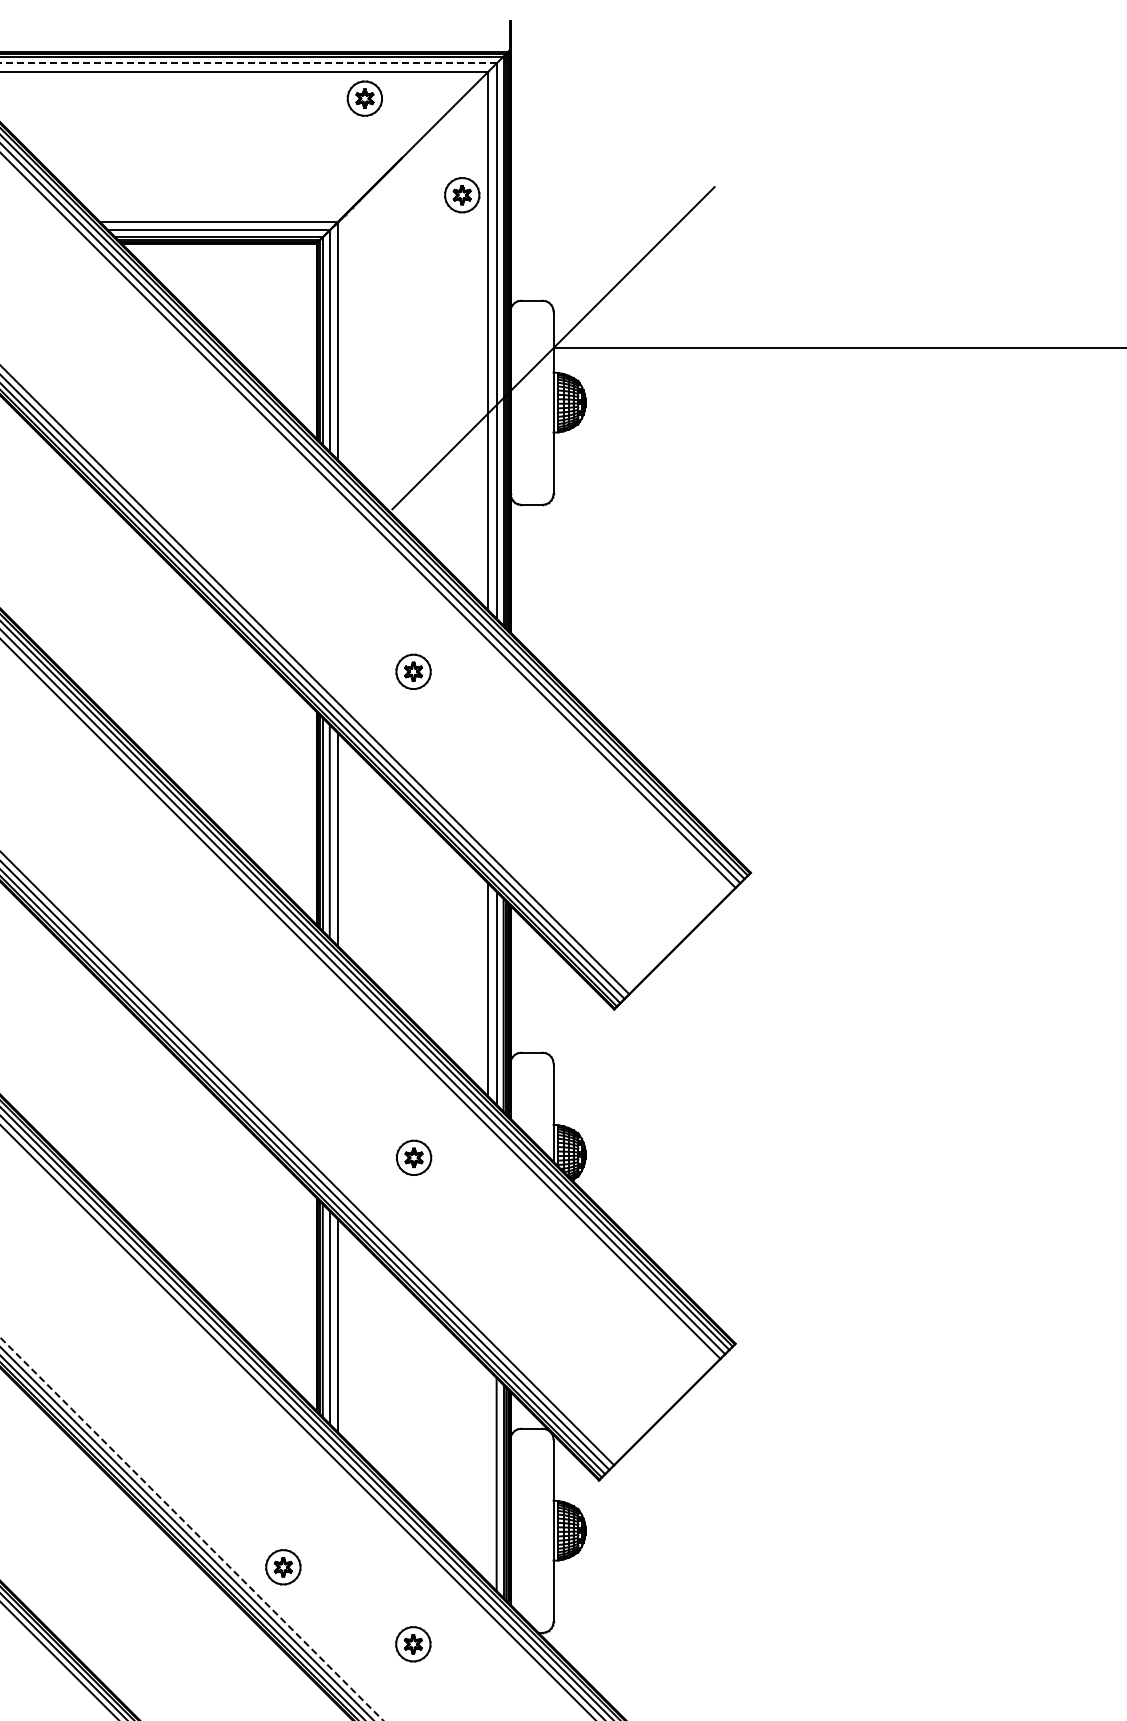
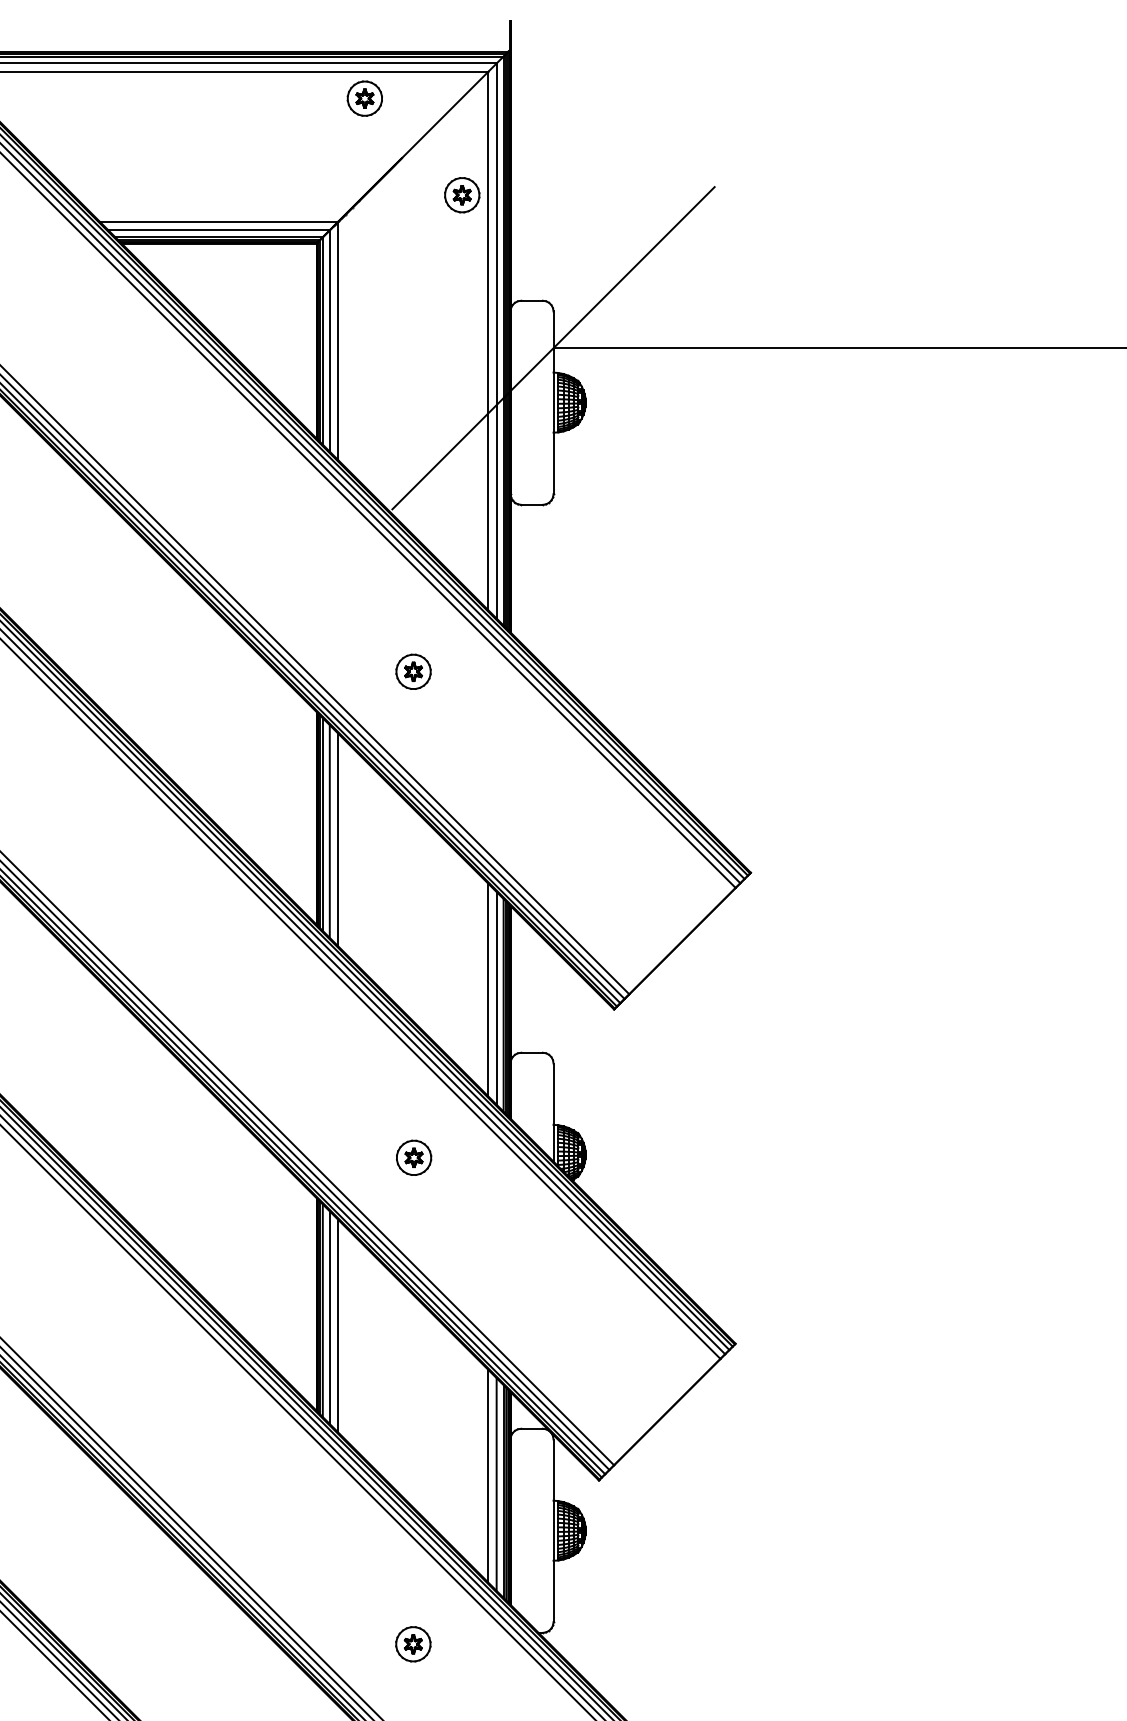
line at (248, 63): dashed -> solid
line at (488, 1475): none -> present
line at (191, 1529): dashed -> solid
part at (283, 1567): present -> none
line at (54, 1665): none -> present
